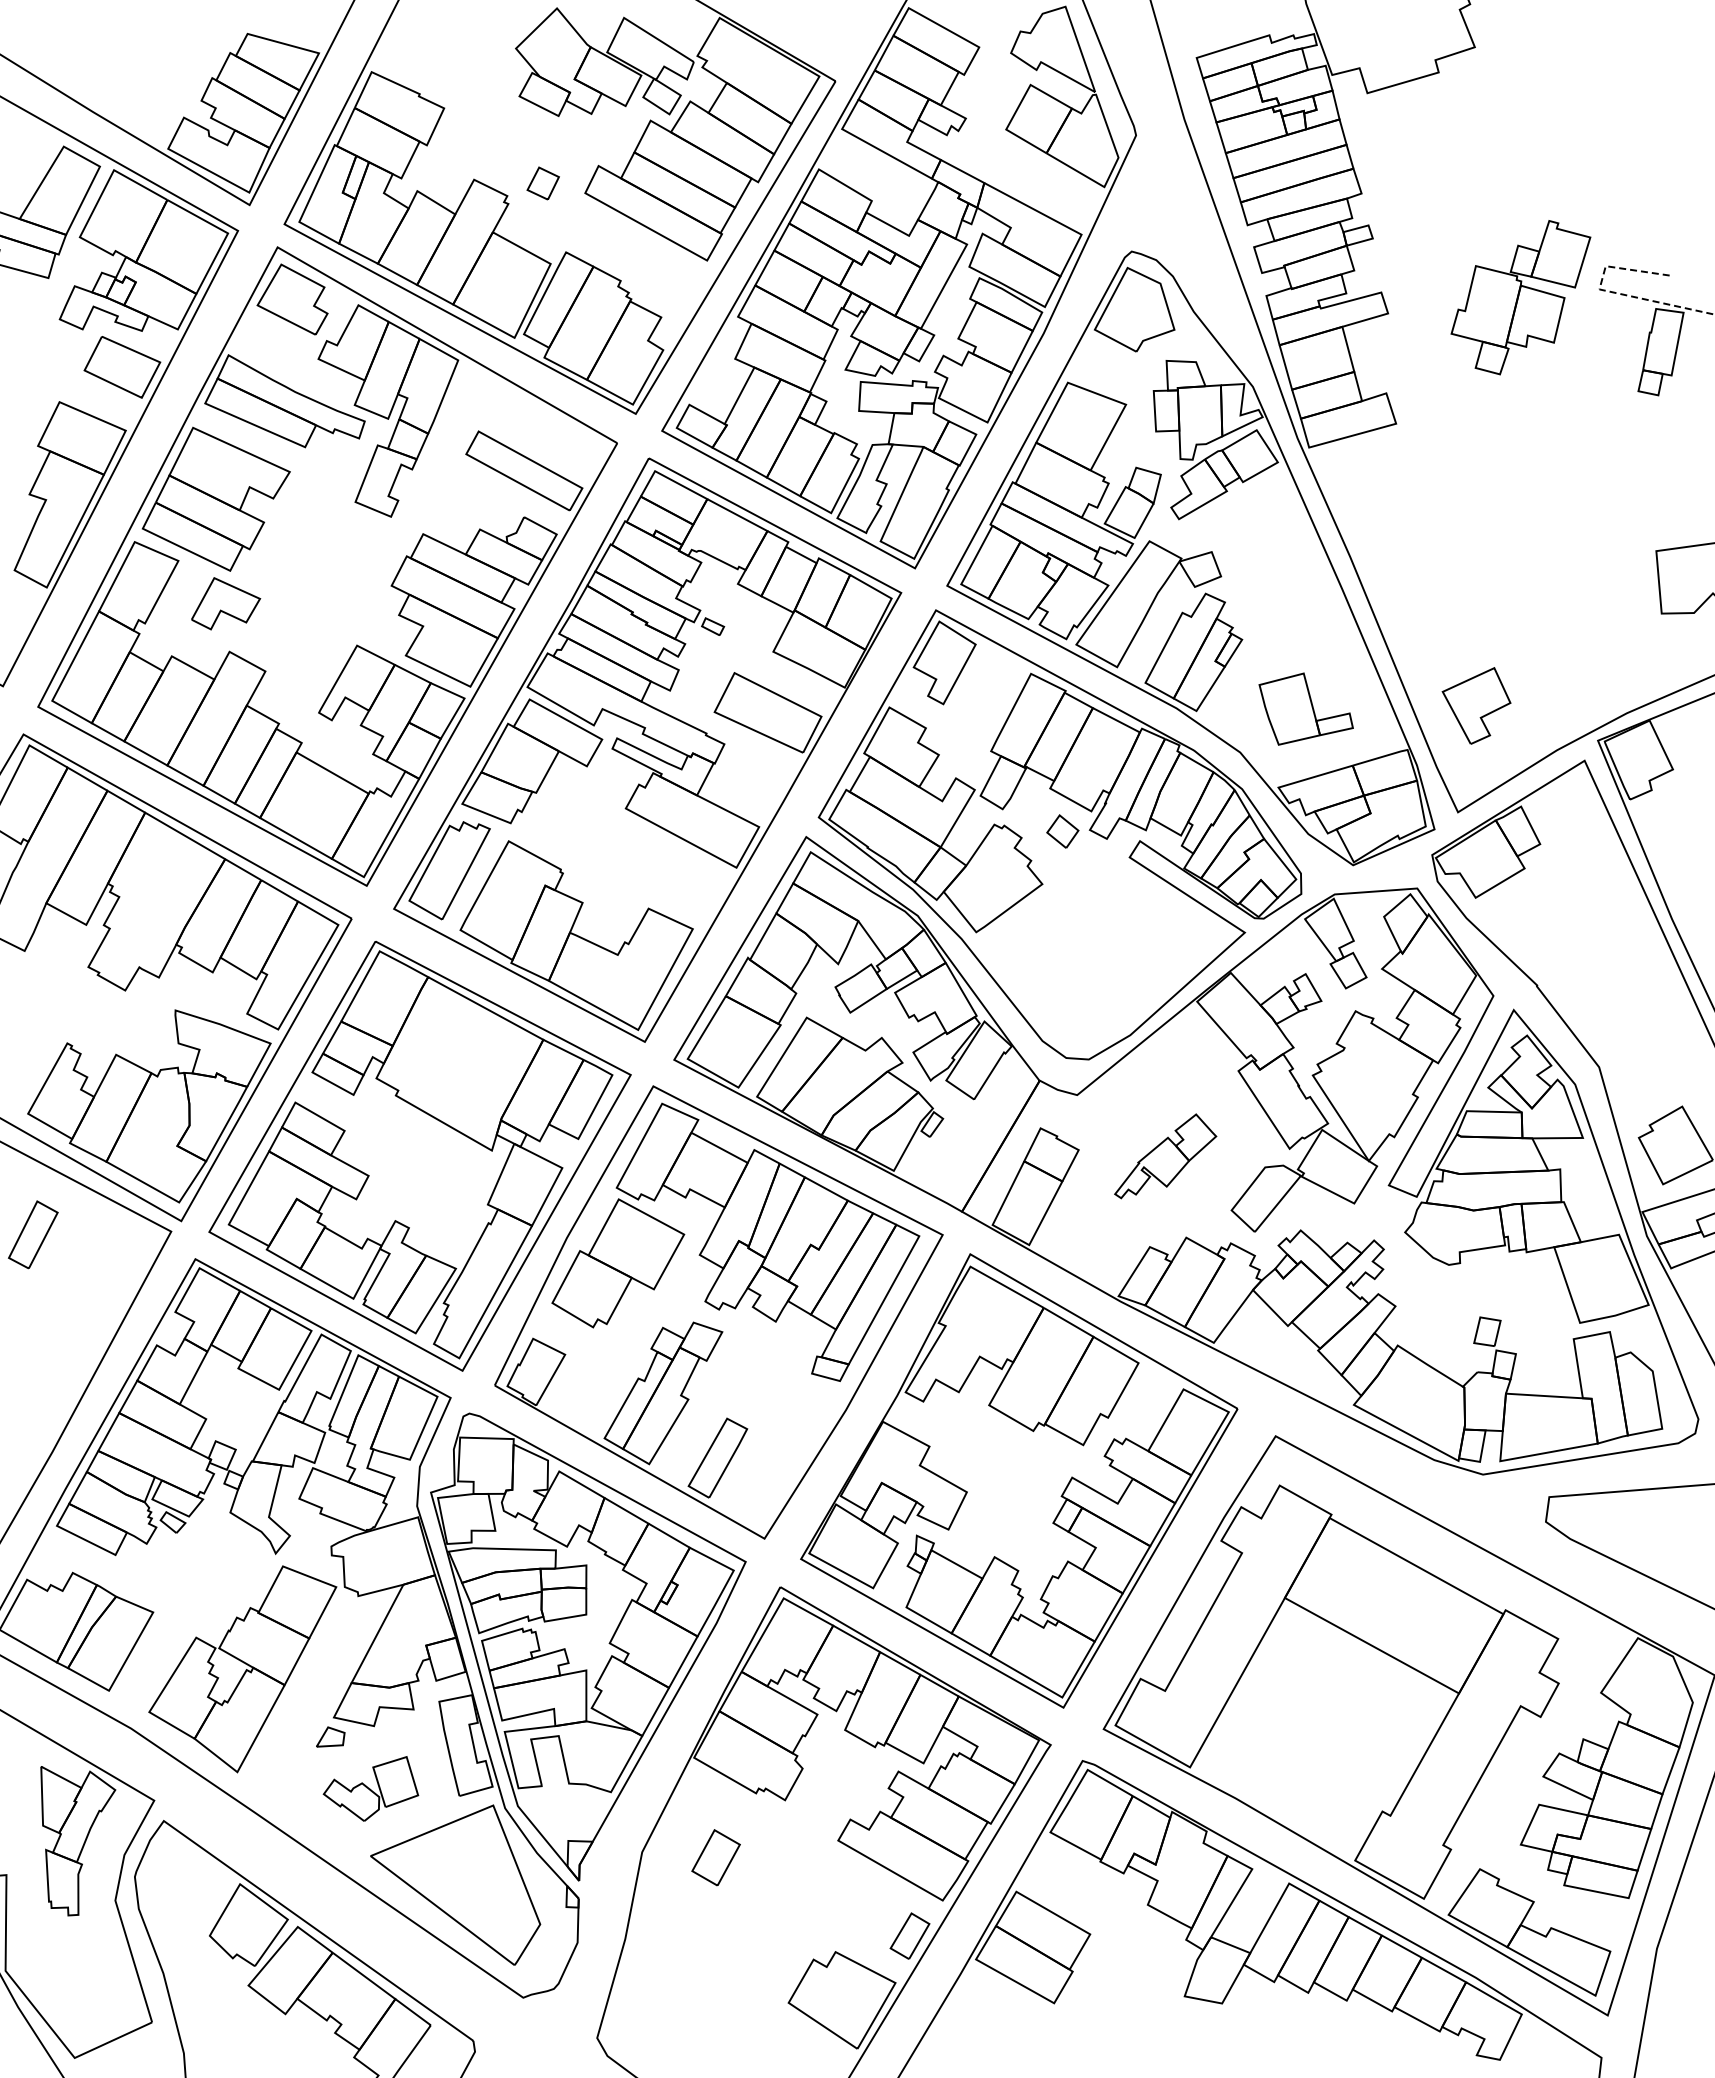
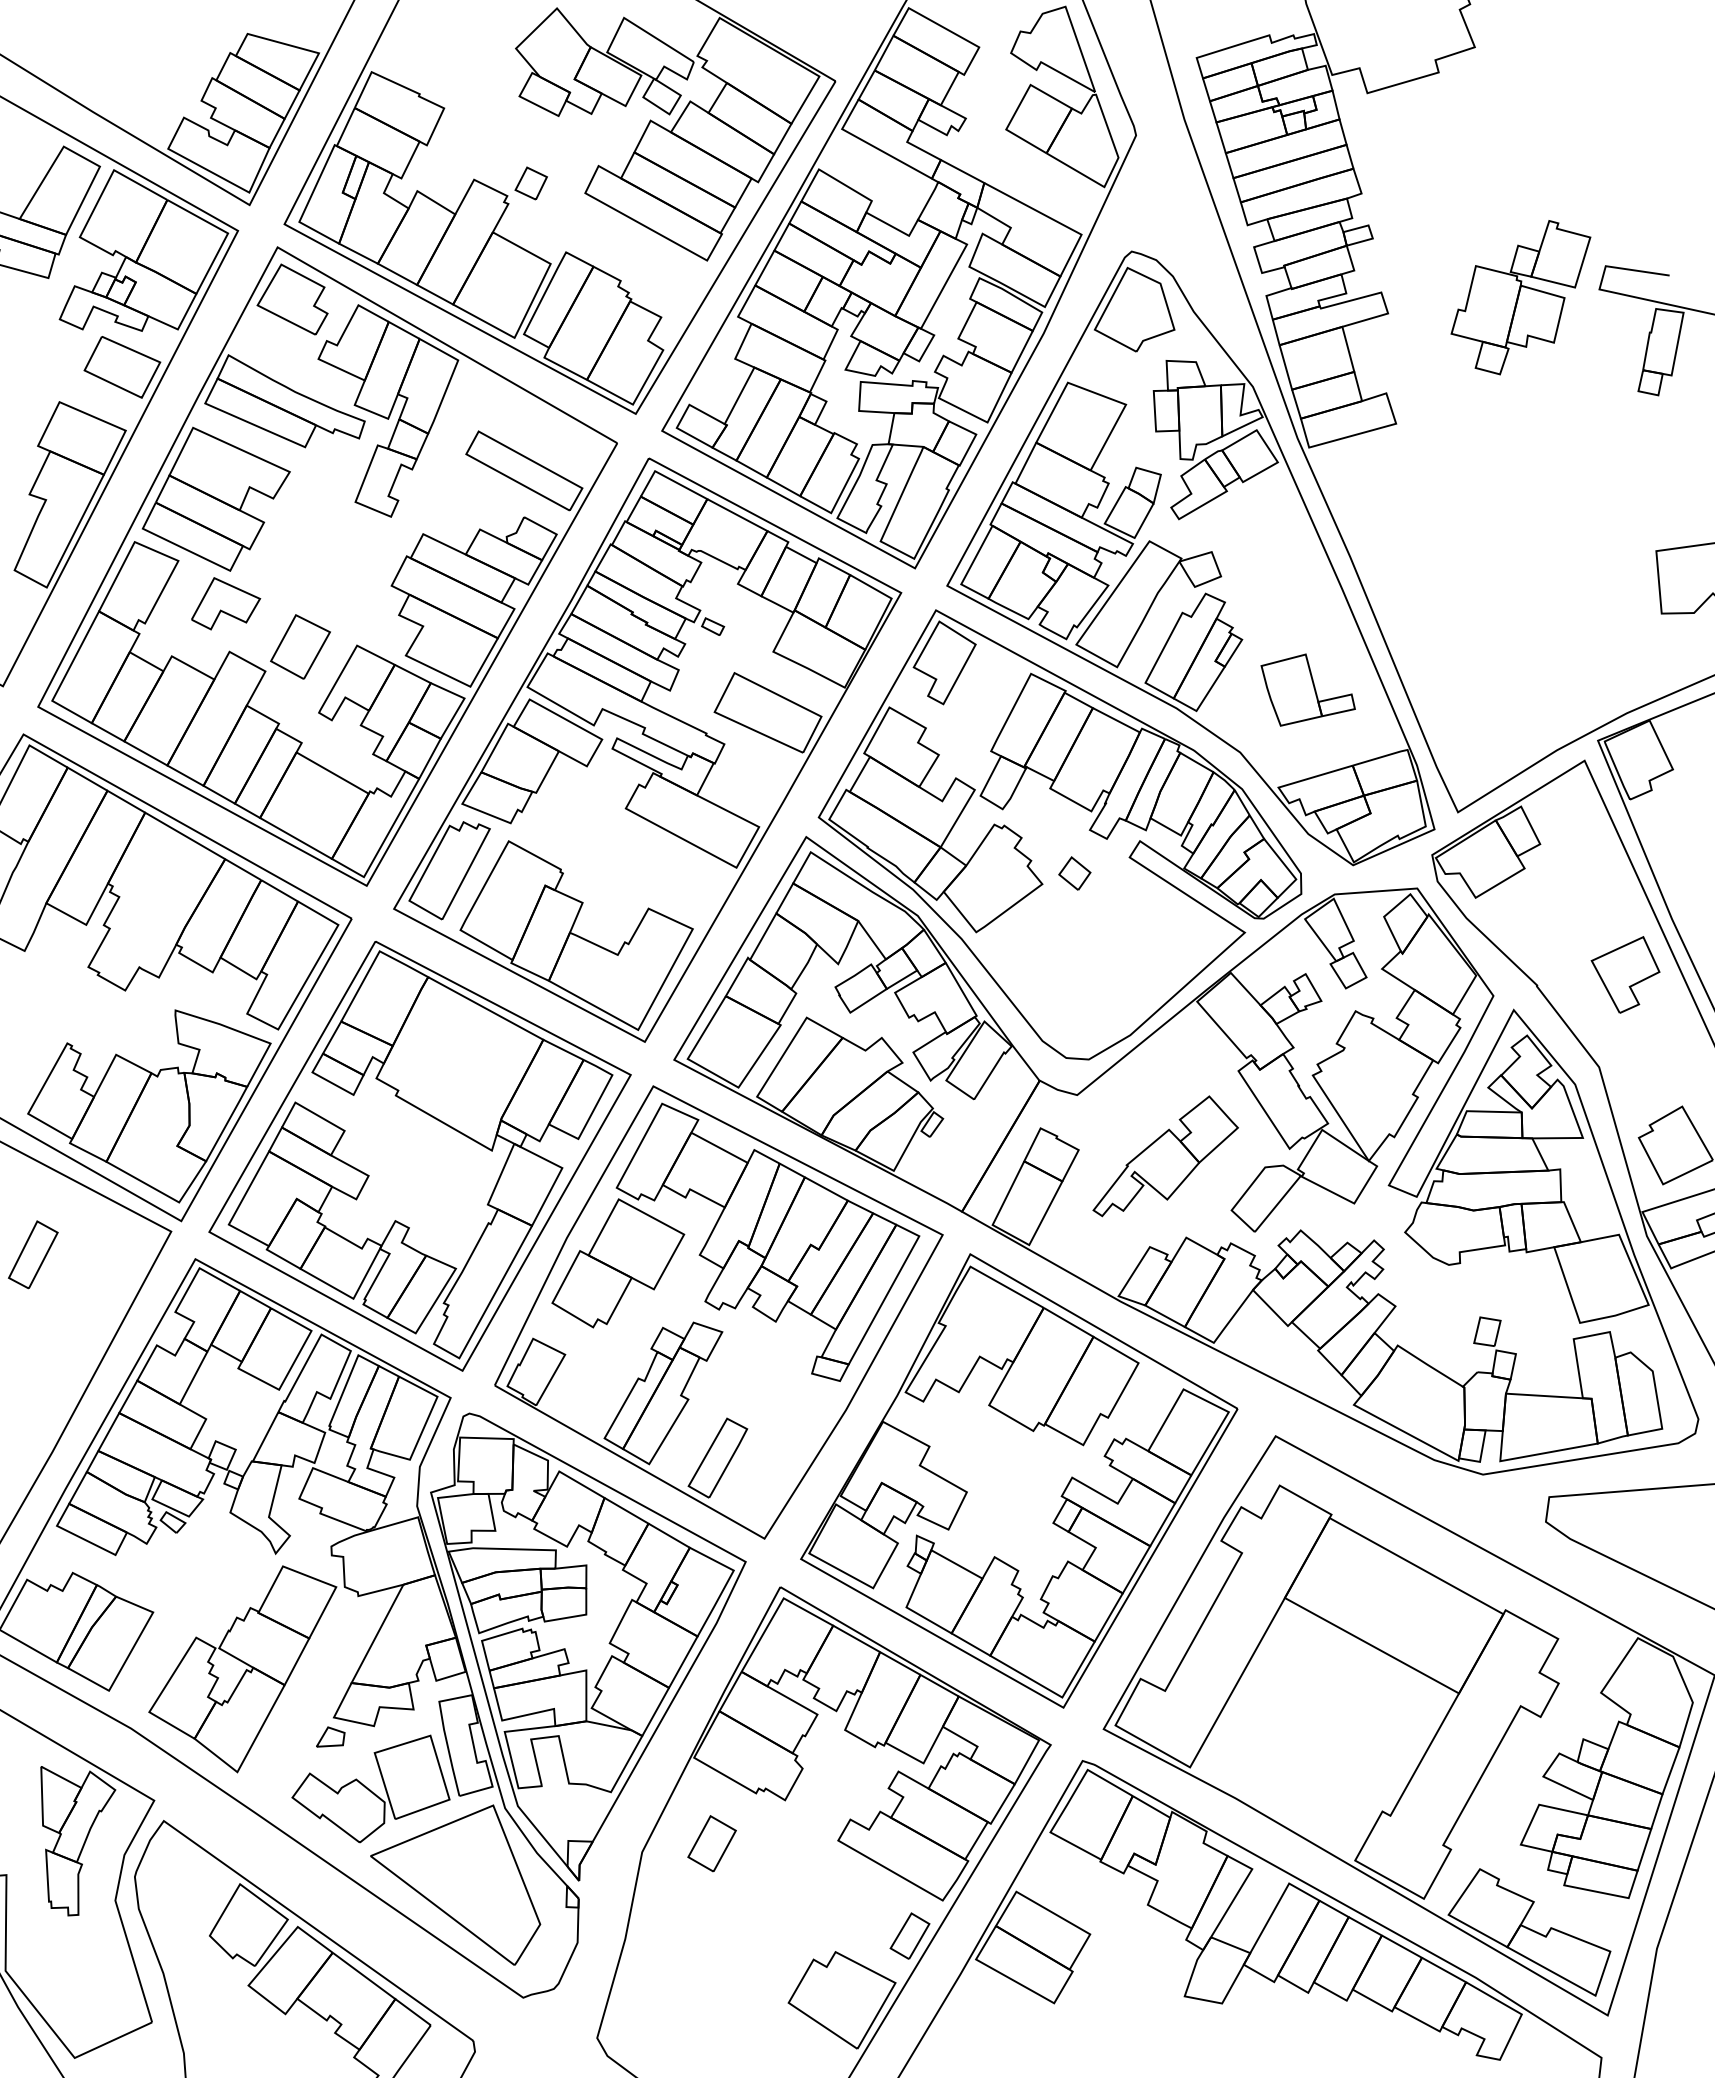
part at (542, 183) position: (542, 183) -> (530, 183)
line at (1612, 292): dashed -> solid
part at (300, 646): none -> present
part at (1476, 705) position: (1476, 705) -> (1625, 974)
part at (1305, 708) position: (1305, 708) -> (1307, 689)
part at (1062, 831) position: (1062, 831) -> (1074, 873)
part at (1165, 1156) size: 104x87 px -> 147x123 px
part at (33, 1234) position: (33, 1234) -> (33, 1254)
part at (370, 1788) size: 98x66 px -> 160x110 px
part at (715, 1857) position: (715, 1857) -> (711, 1843)
